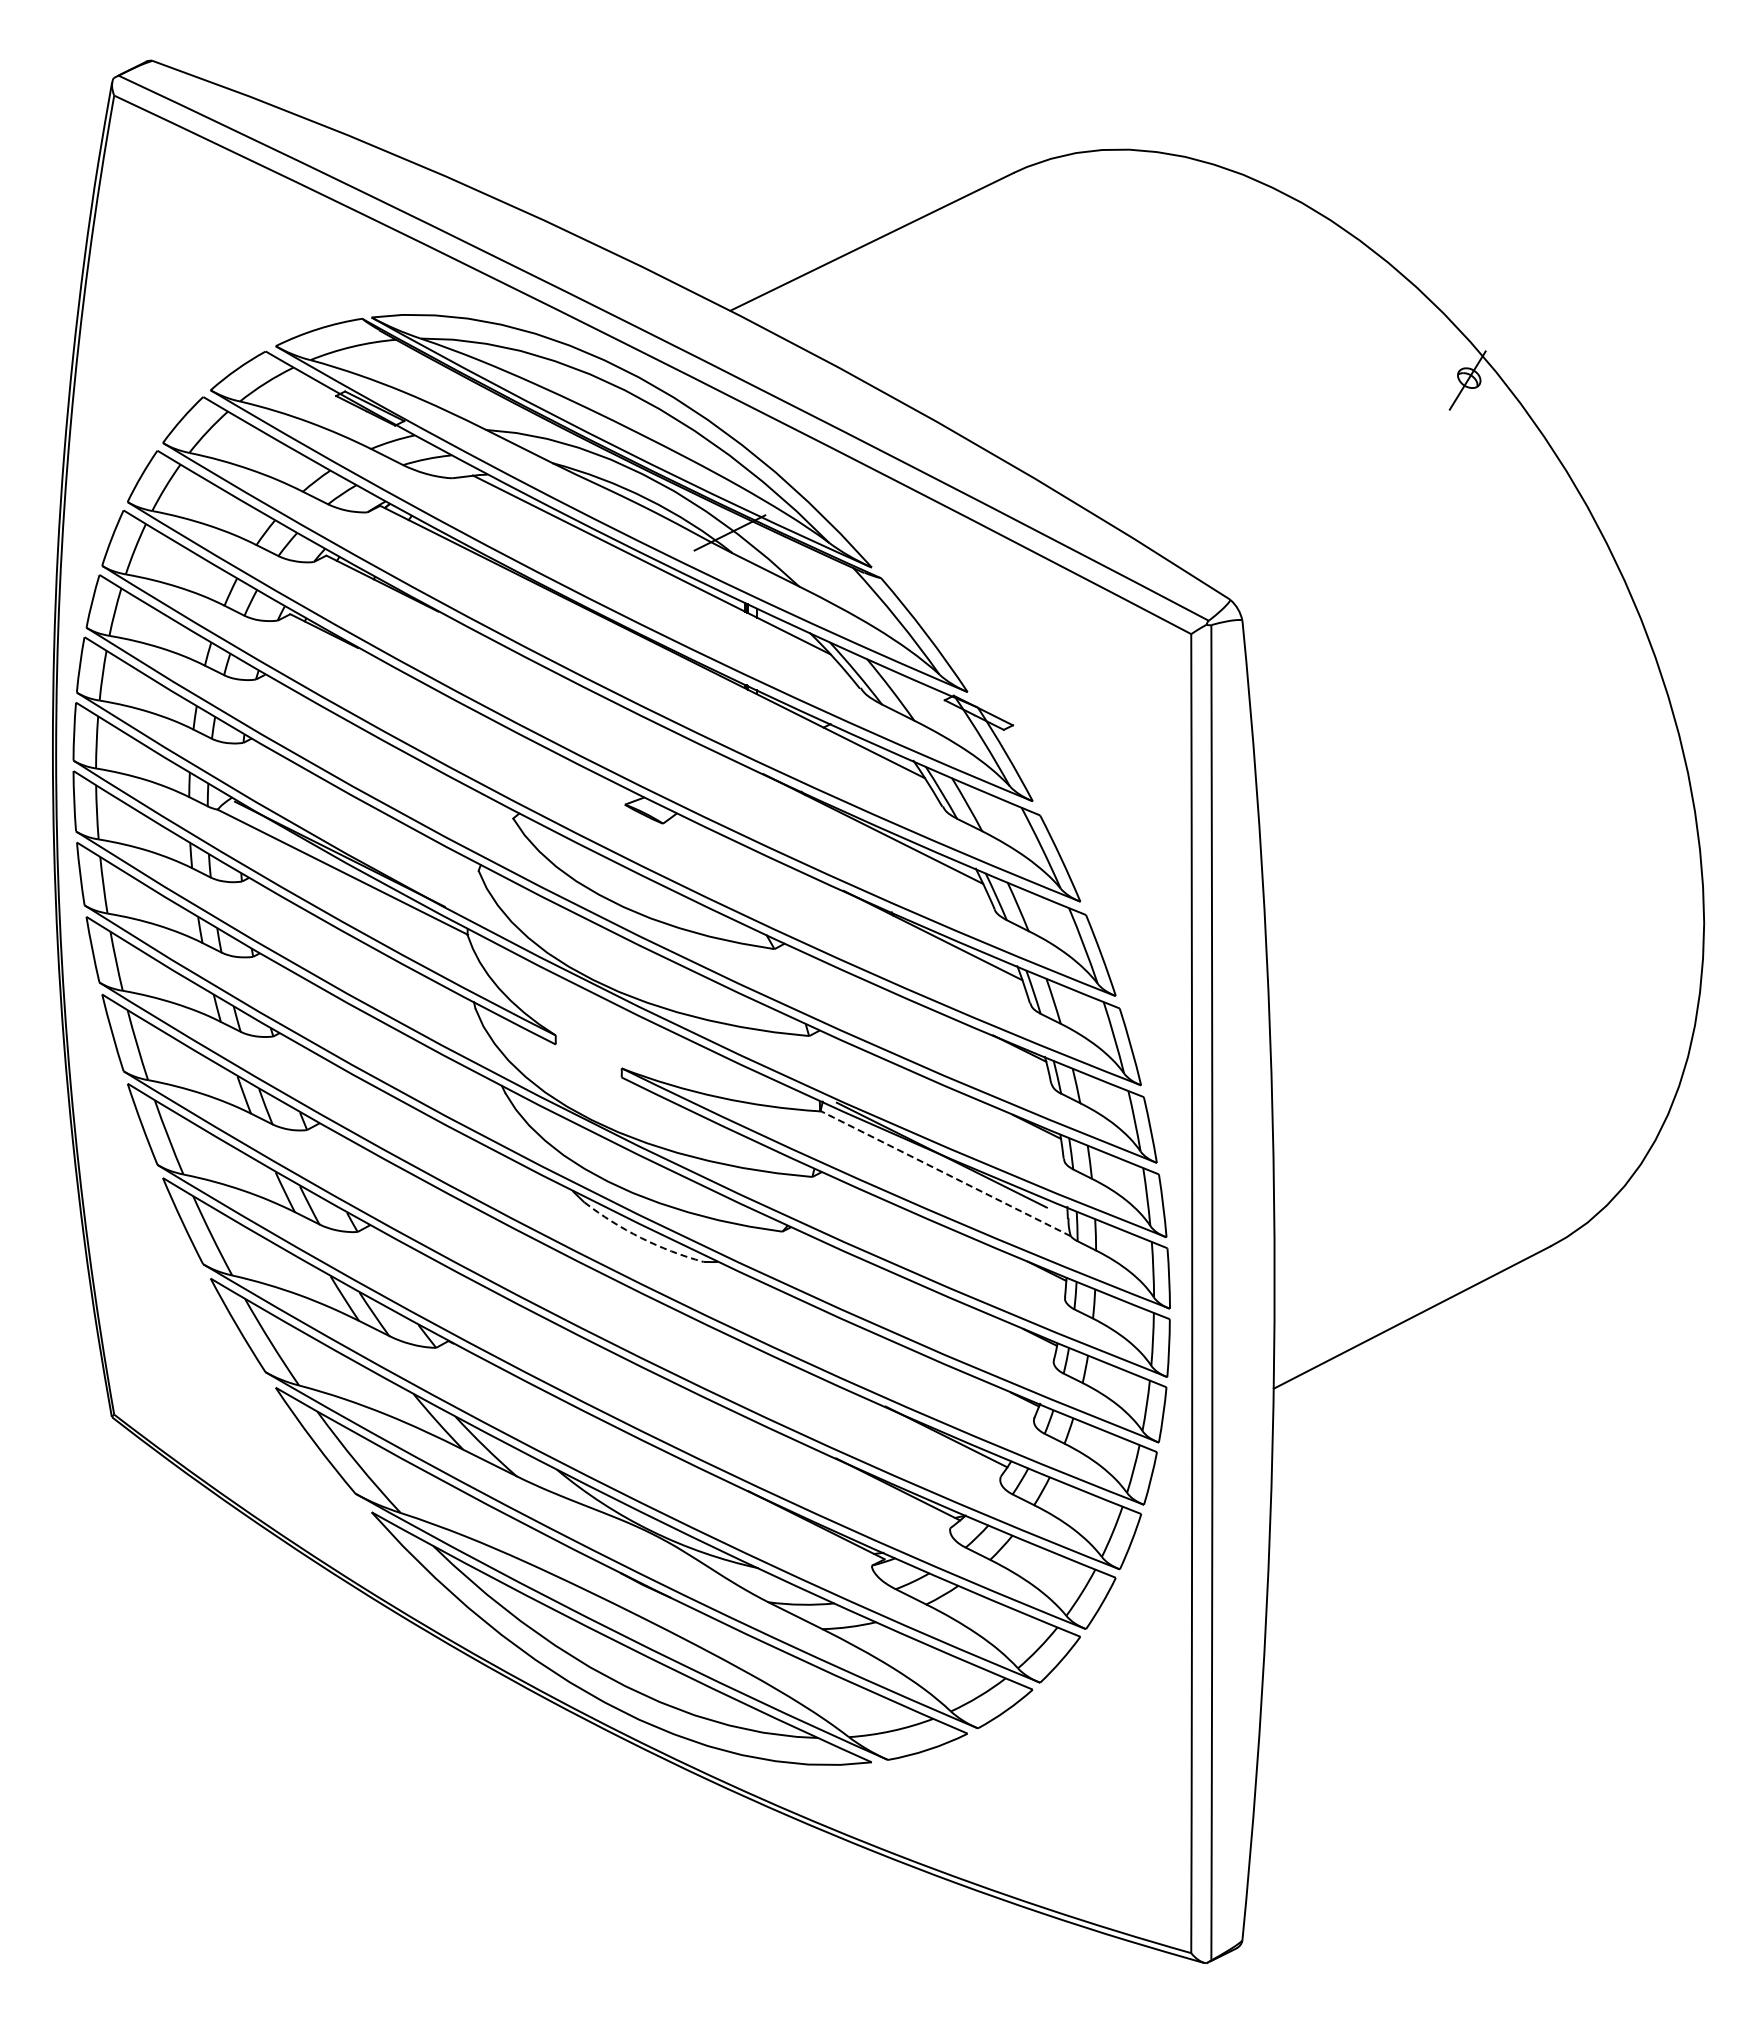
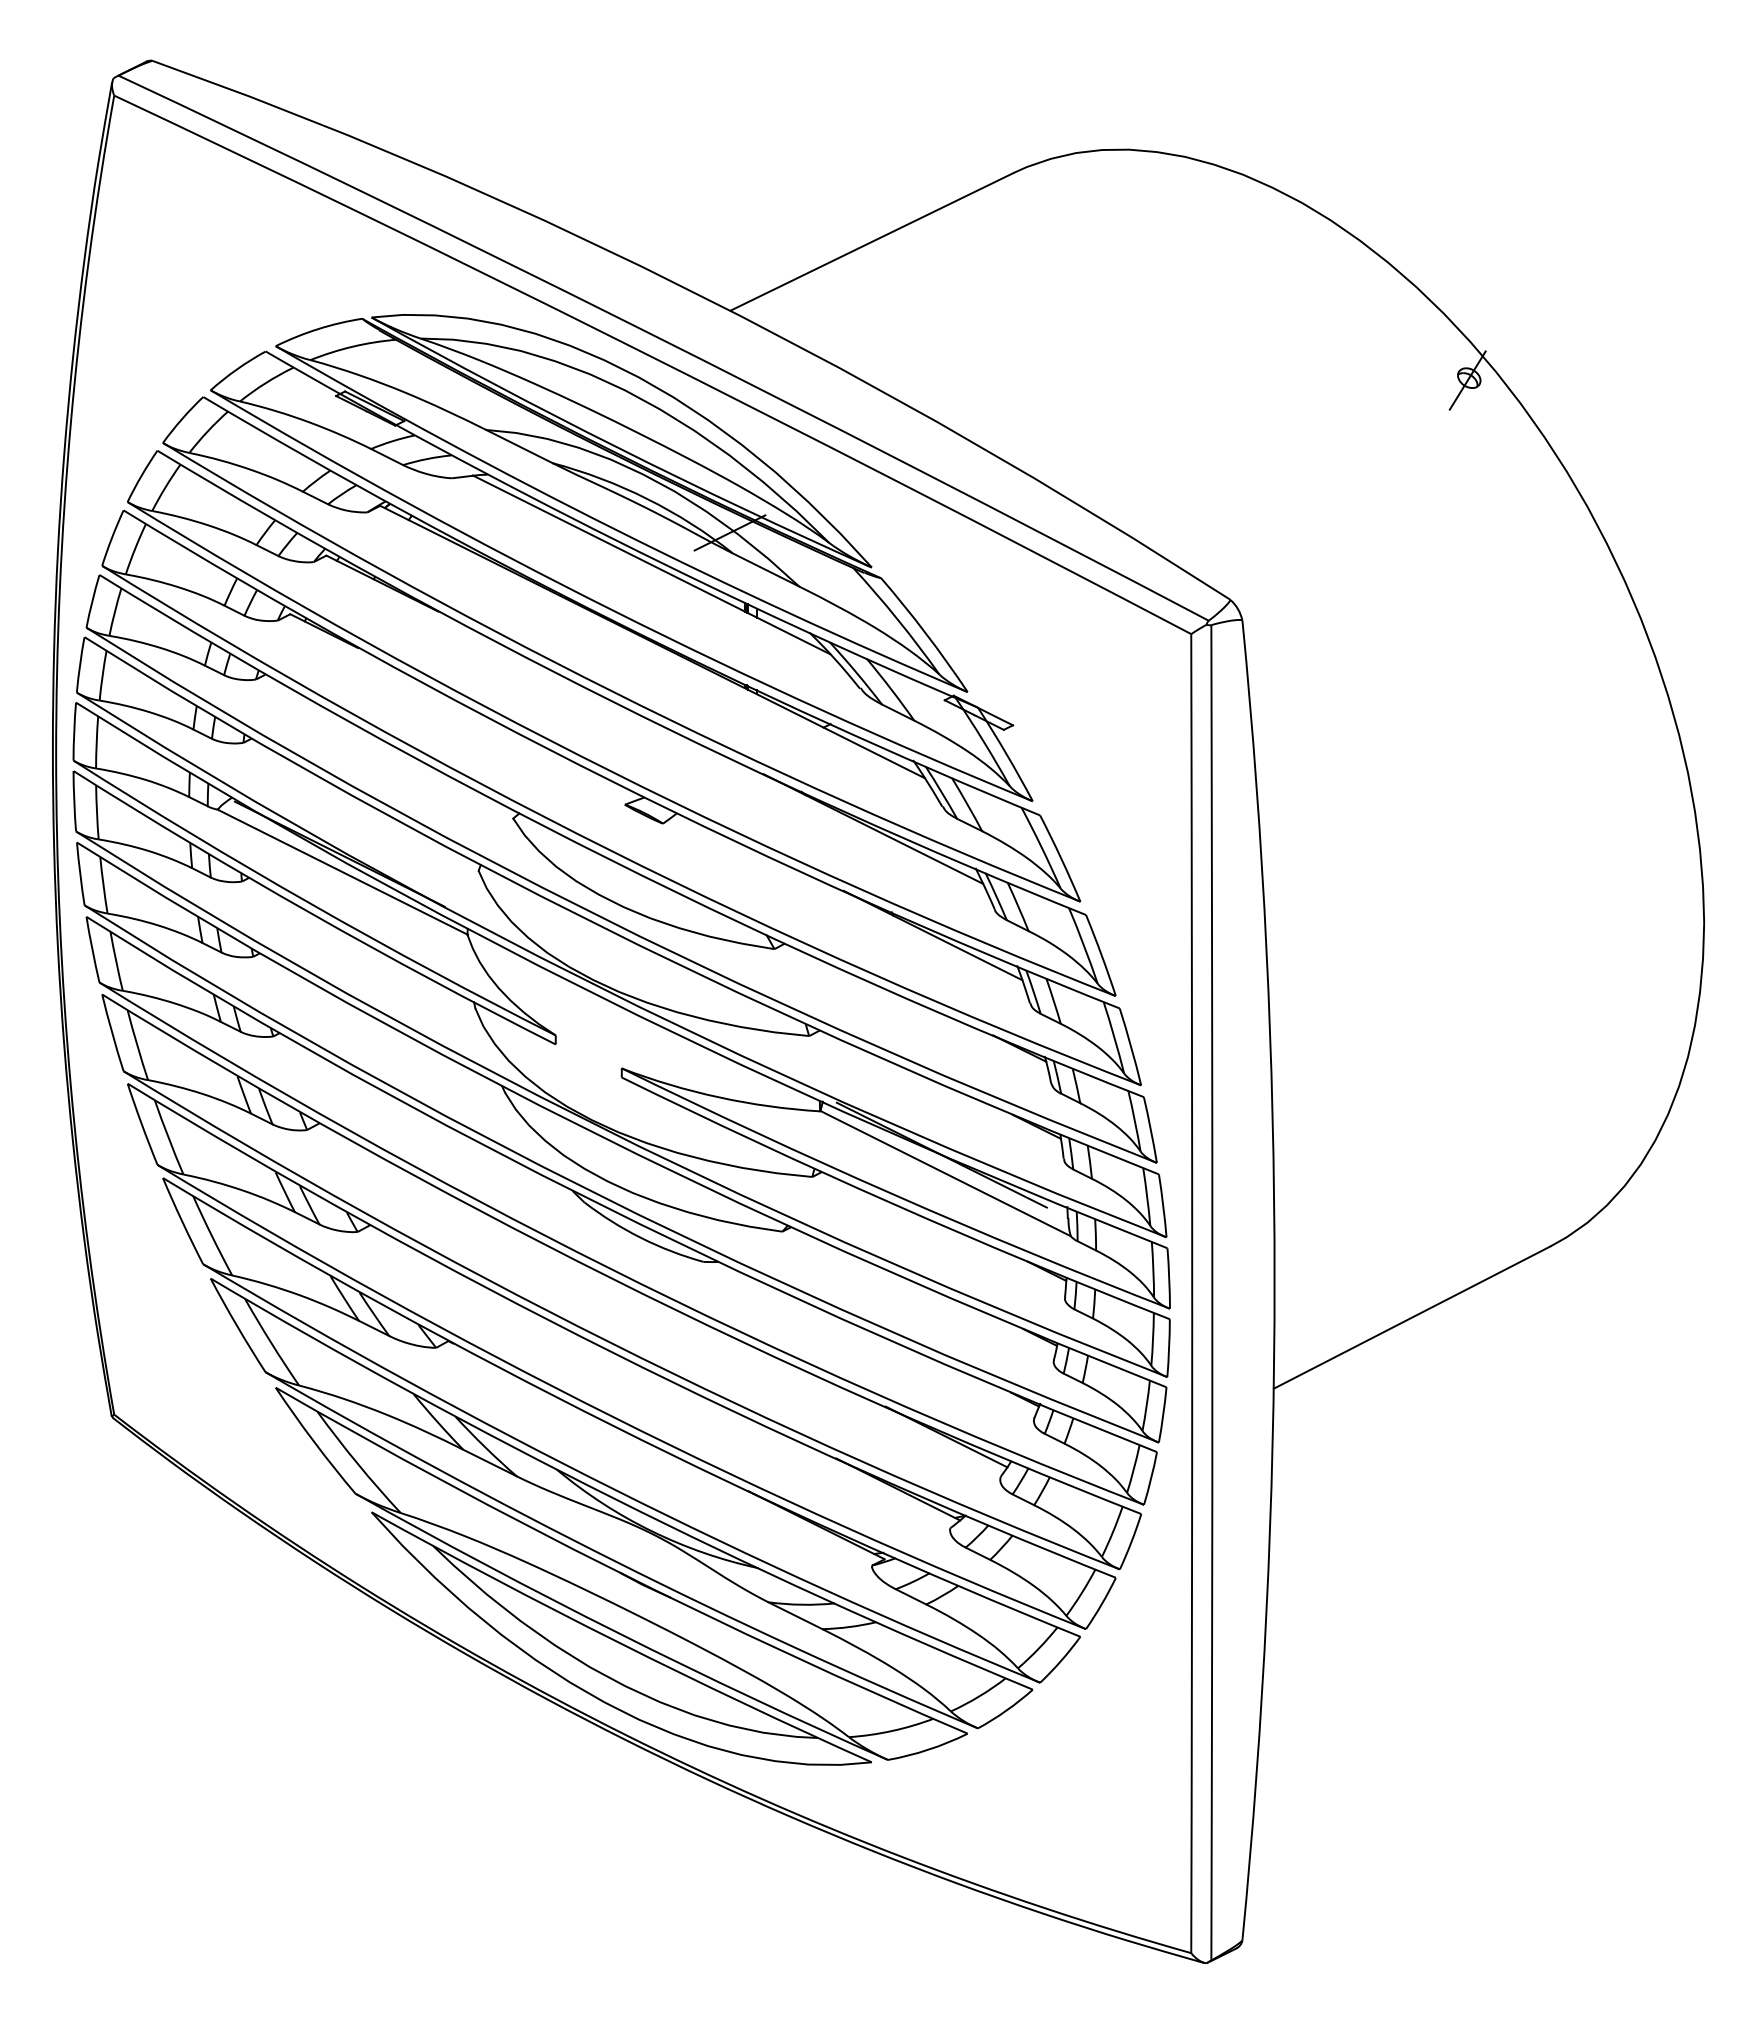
line at (945, 1173): dashed -> solid
arc at (641, 1237): dashed -> solid
